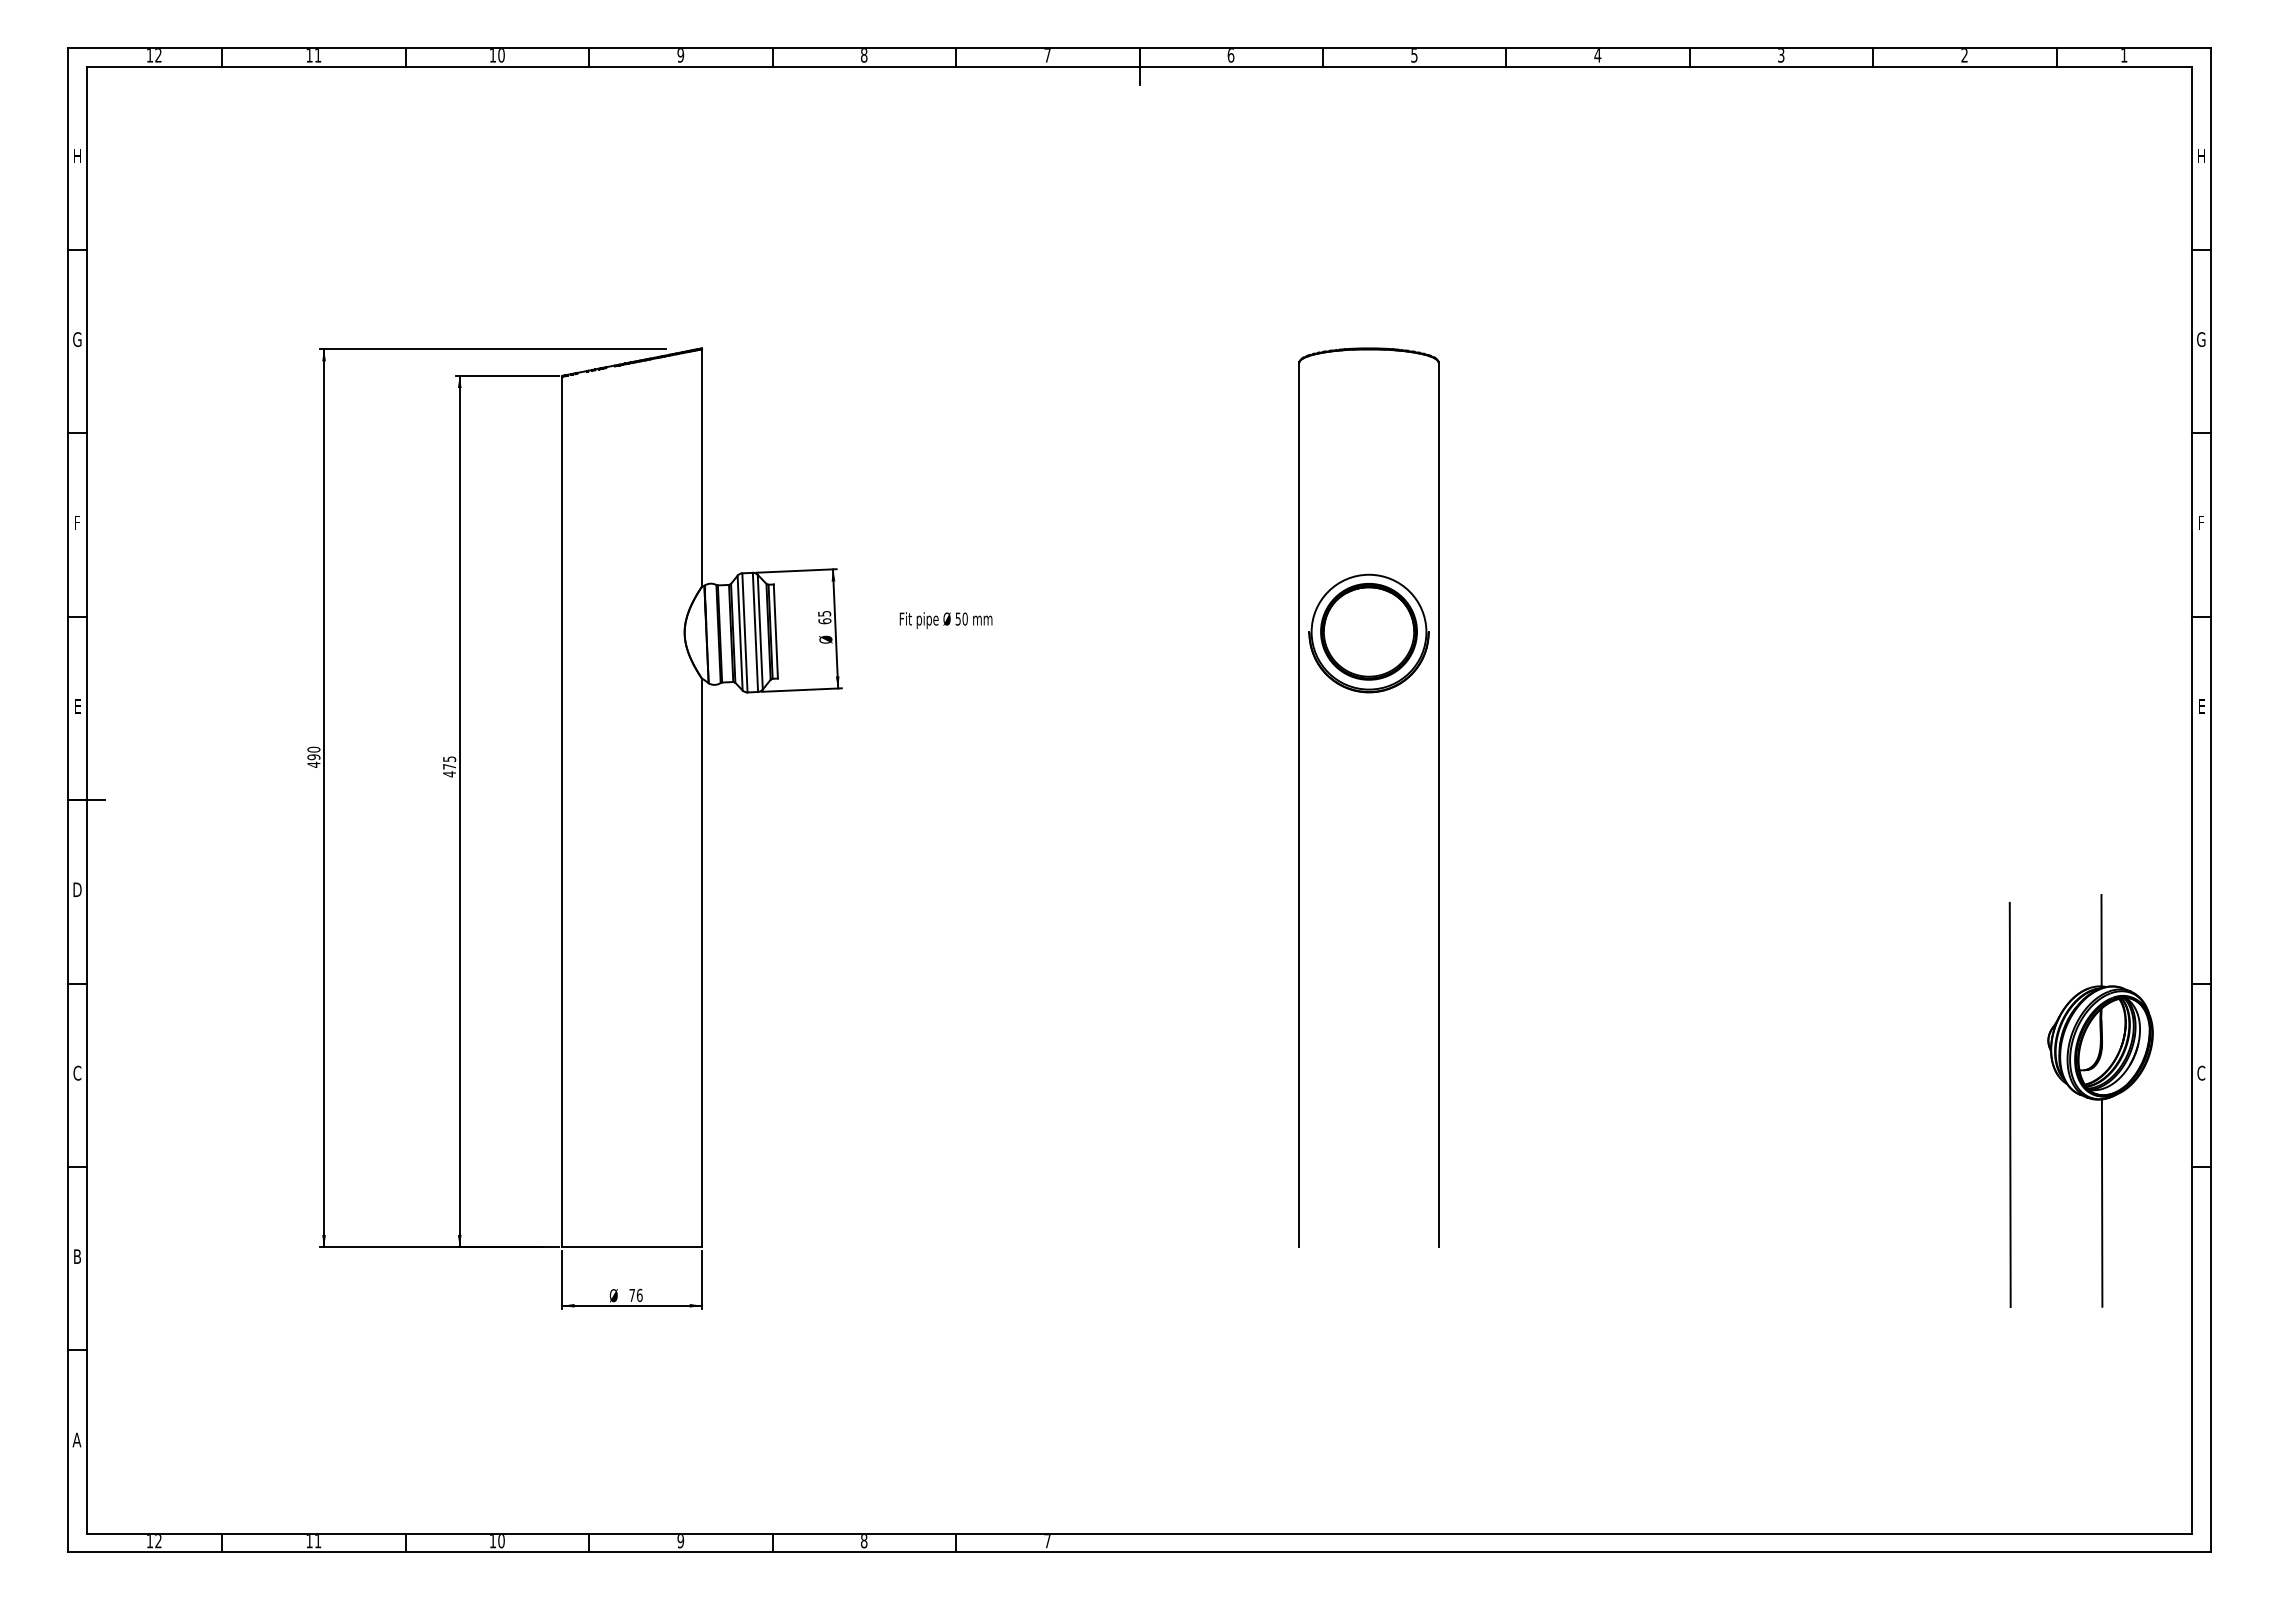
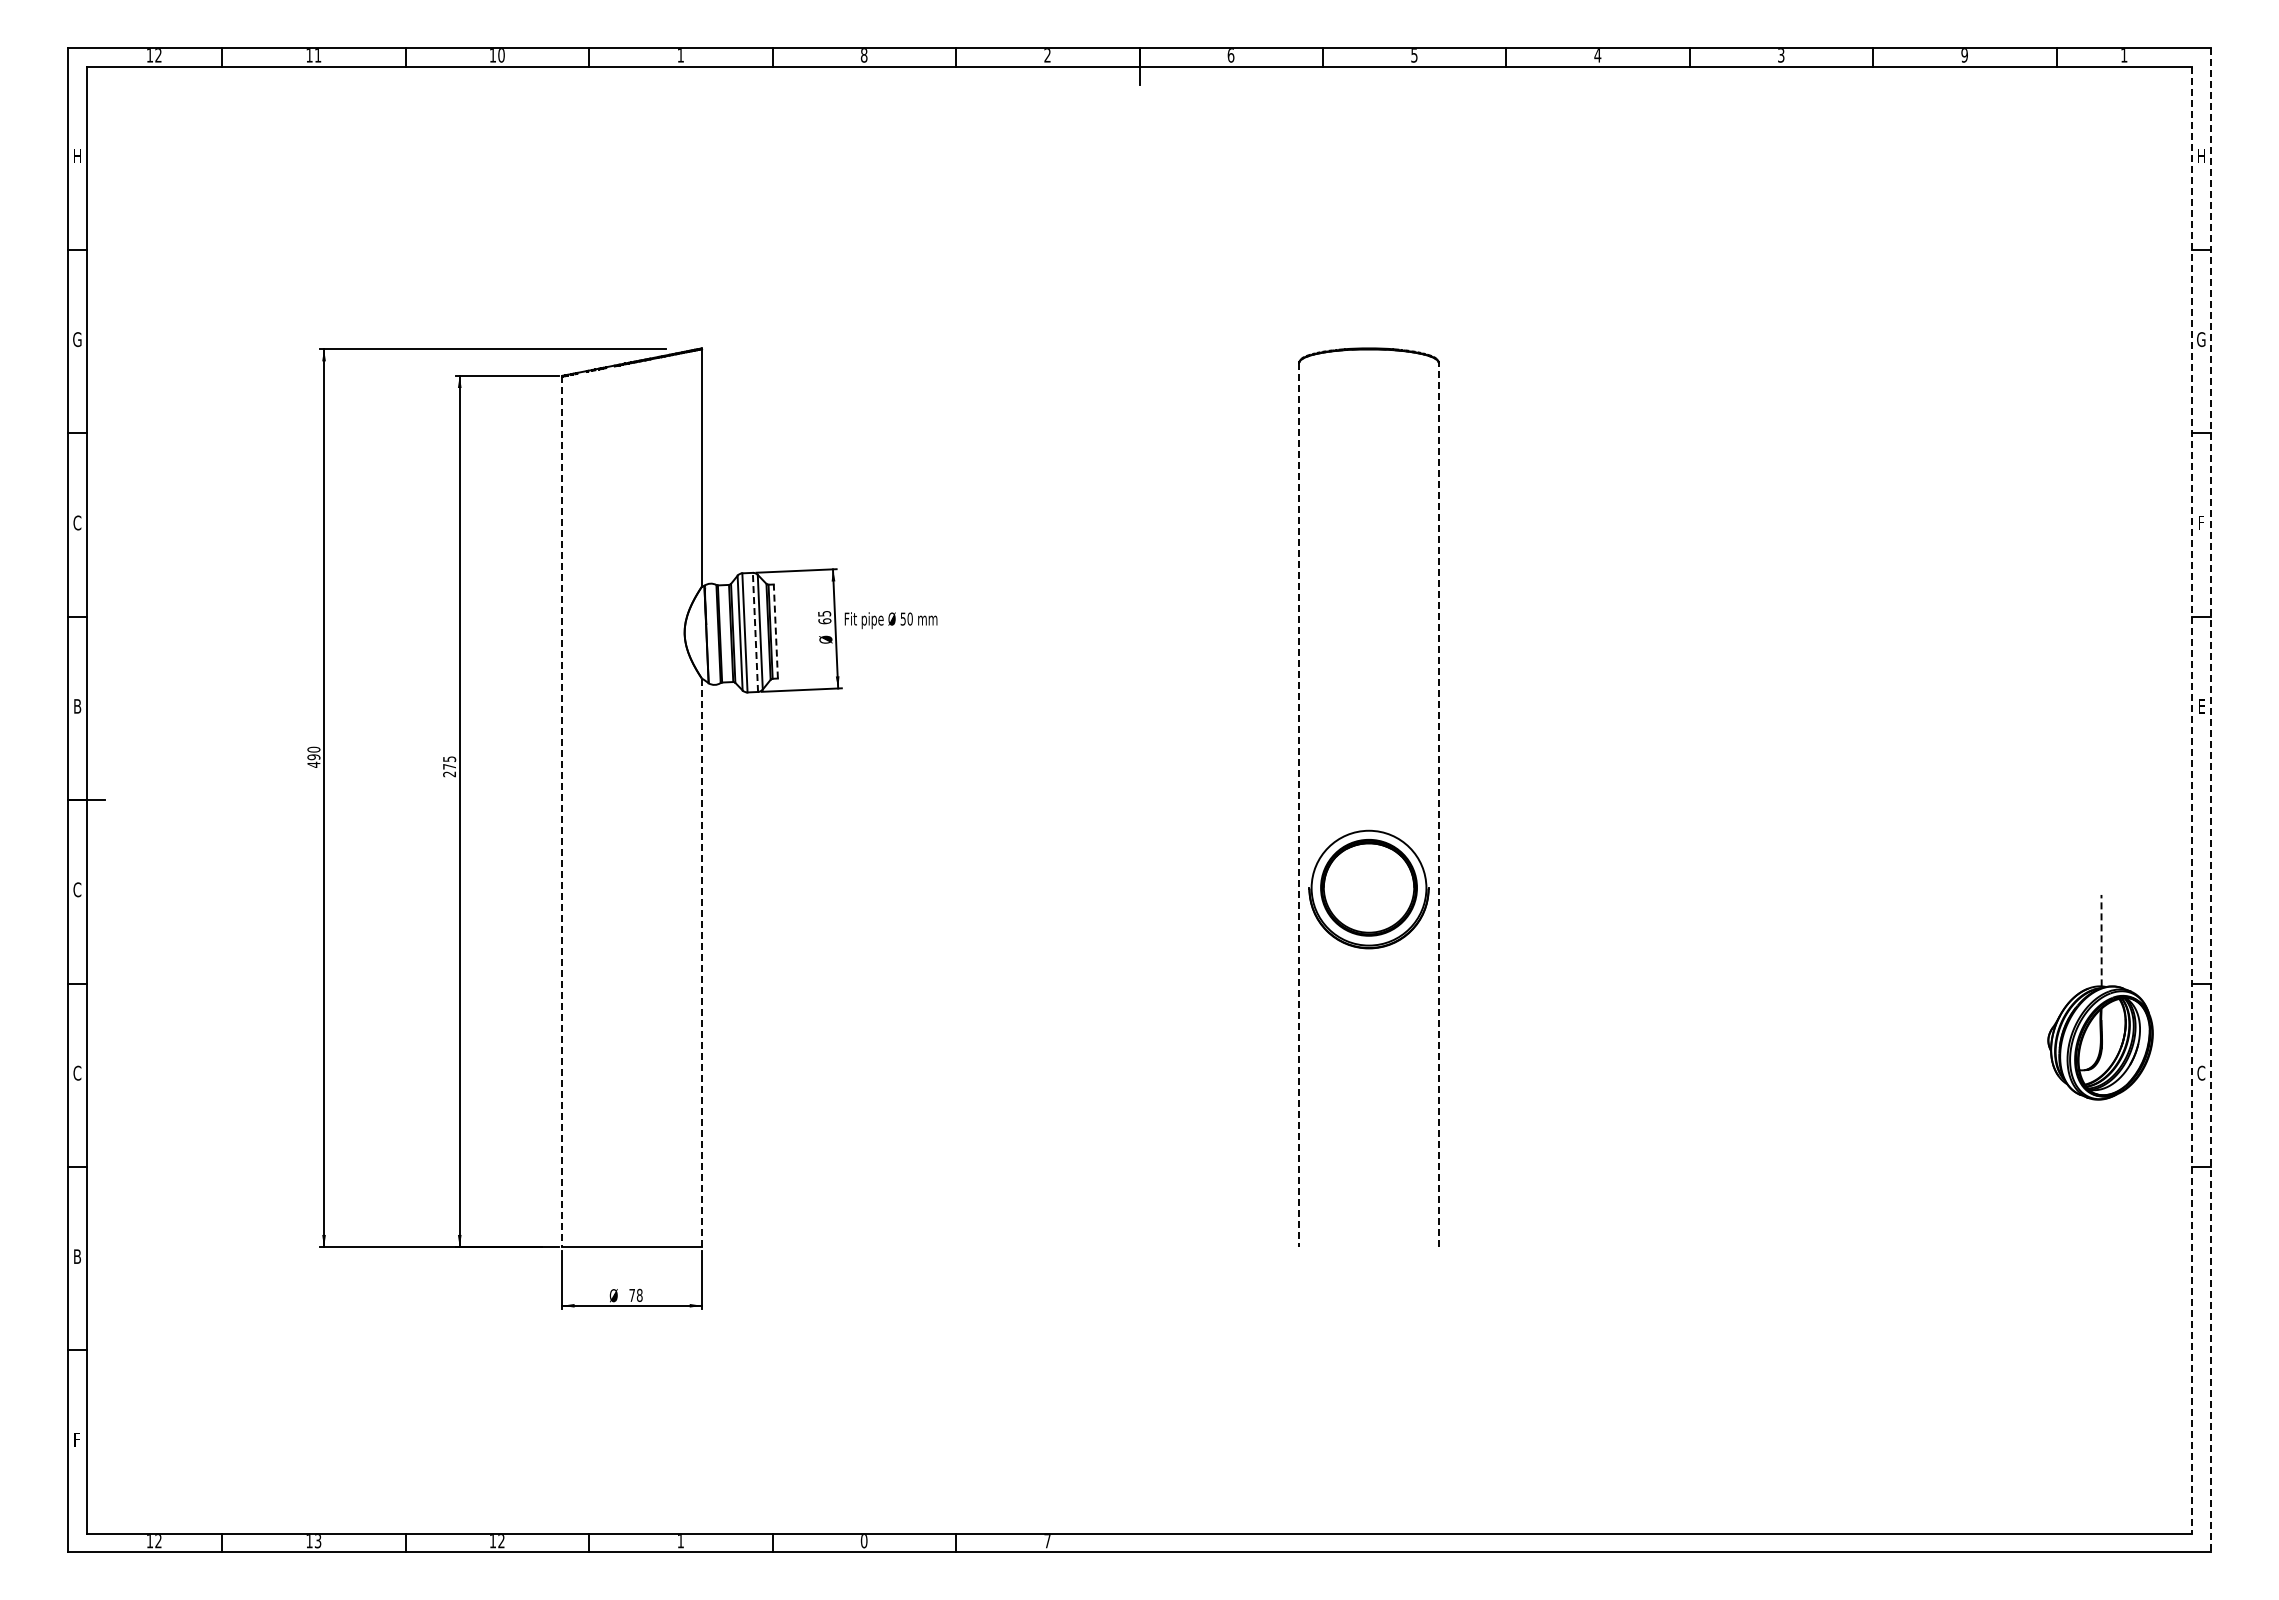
text at (680, 55): 9 -> 1
text at (1047, 55): 7 -> 2
text at (1964, 55): 2 -> 9
text at (77, 522): F -> C
text at (945, 620) position: (945, 620) -> (890, 620)
line at (775, 631): solid -> dashed
line at (755, 632): solid -> dashed
part at (1368, 633) position: (1368, 633) -> (1368, 889)
text at (77, 706): E -> B
text at (449, 774): 475 -> 275
line at (2192, 800): solid -> dashed
line at (2210, 800): solid -> dashed
line at (1438, 804): solid -> dashed
line at (1299, 805): solid -> dashed
line at (562, 811): solid -> dashed
text at (77, 889): D -> C
line at (2101, 940): solid -> dashed
line at (701, 962): solid -> dashed
line at (2009, 1104): present -> none
line at (2101, 1202): present -> none
text at (639, 1294): 76 -> 78
text at (76, 1439): A -> F
text at (317, 1541): 11 -> 13
text at (501, 1541): 10 -> 12
text at (680, 1541): 9 -> 1
text at (863, 1541): 8 -> 0
